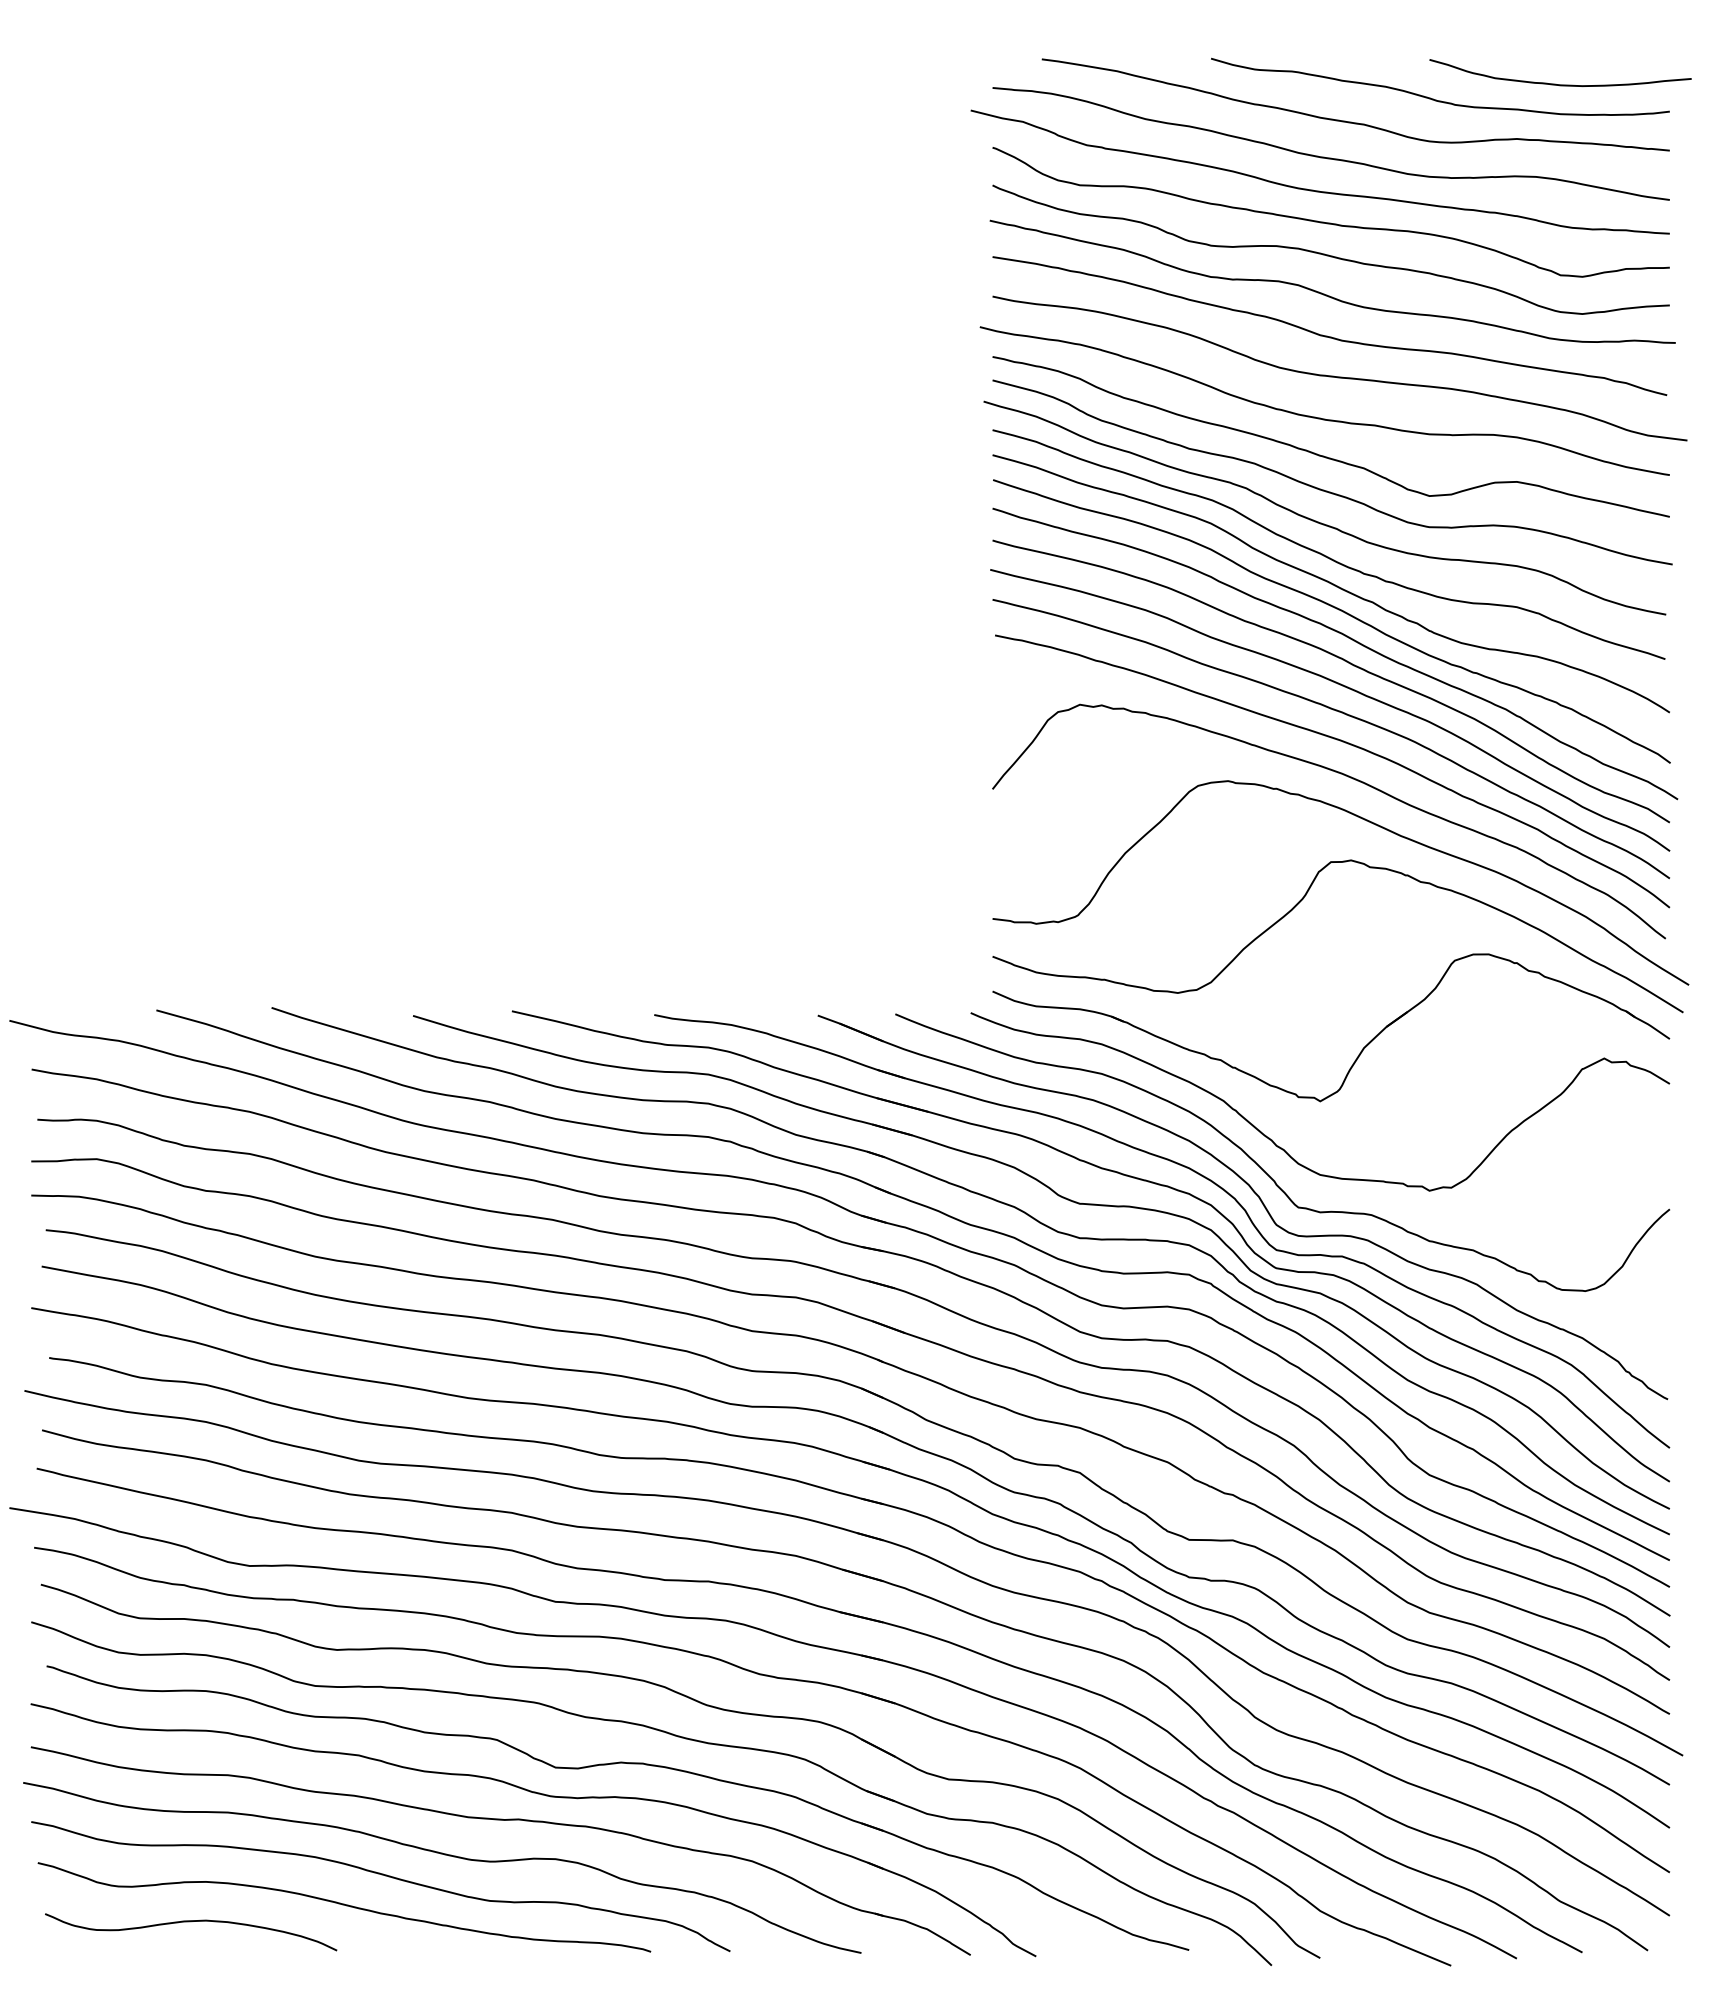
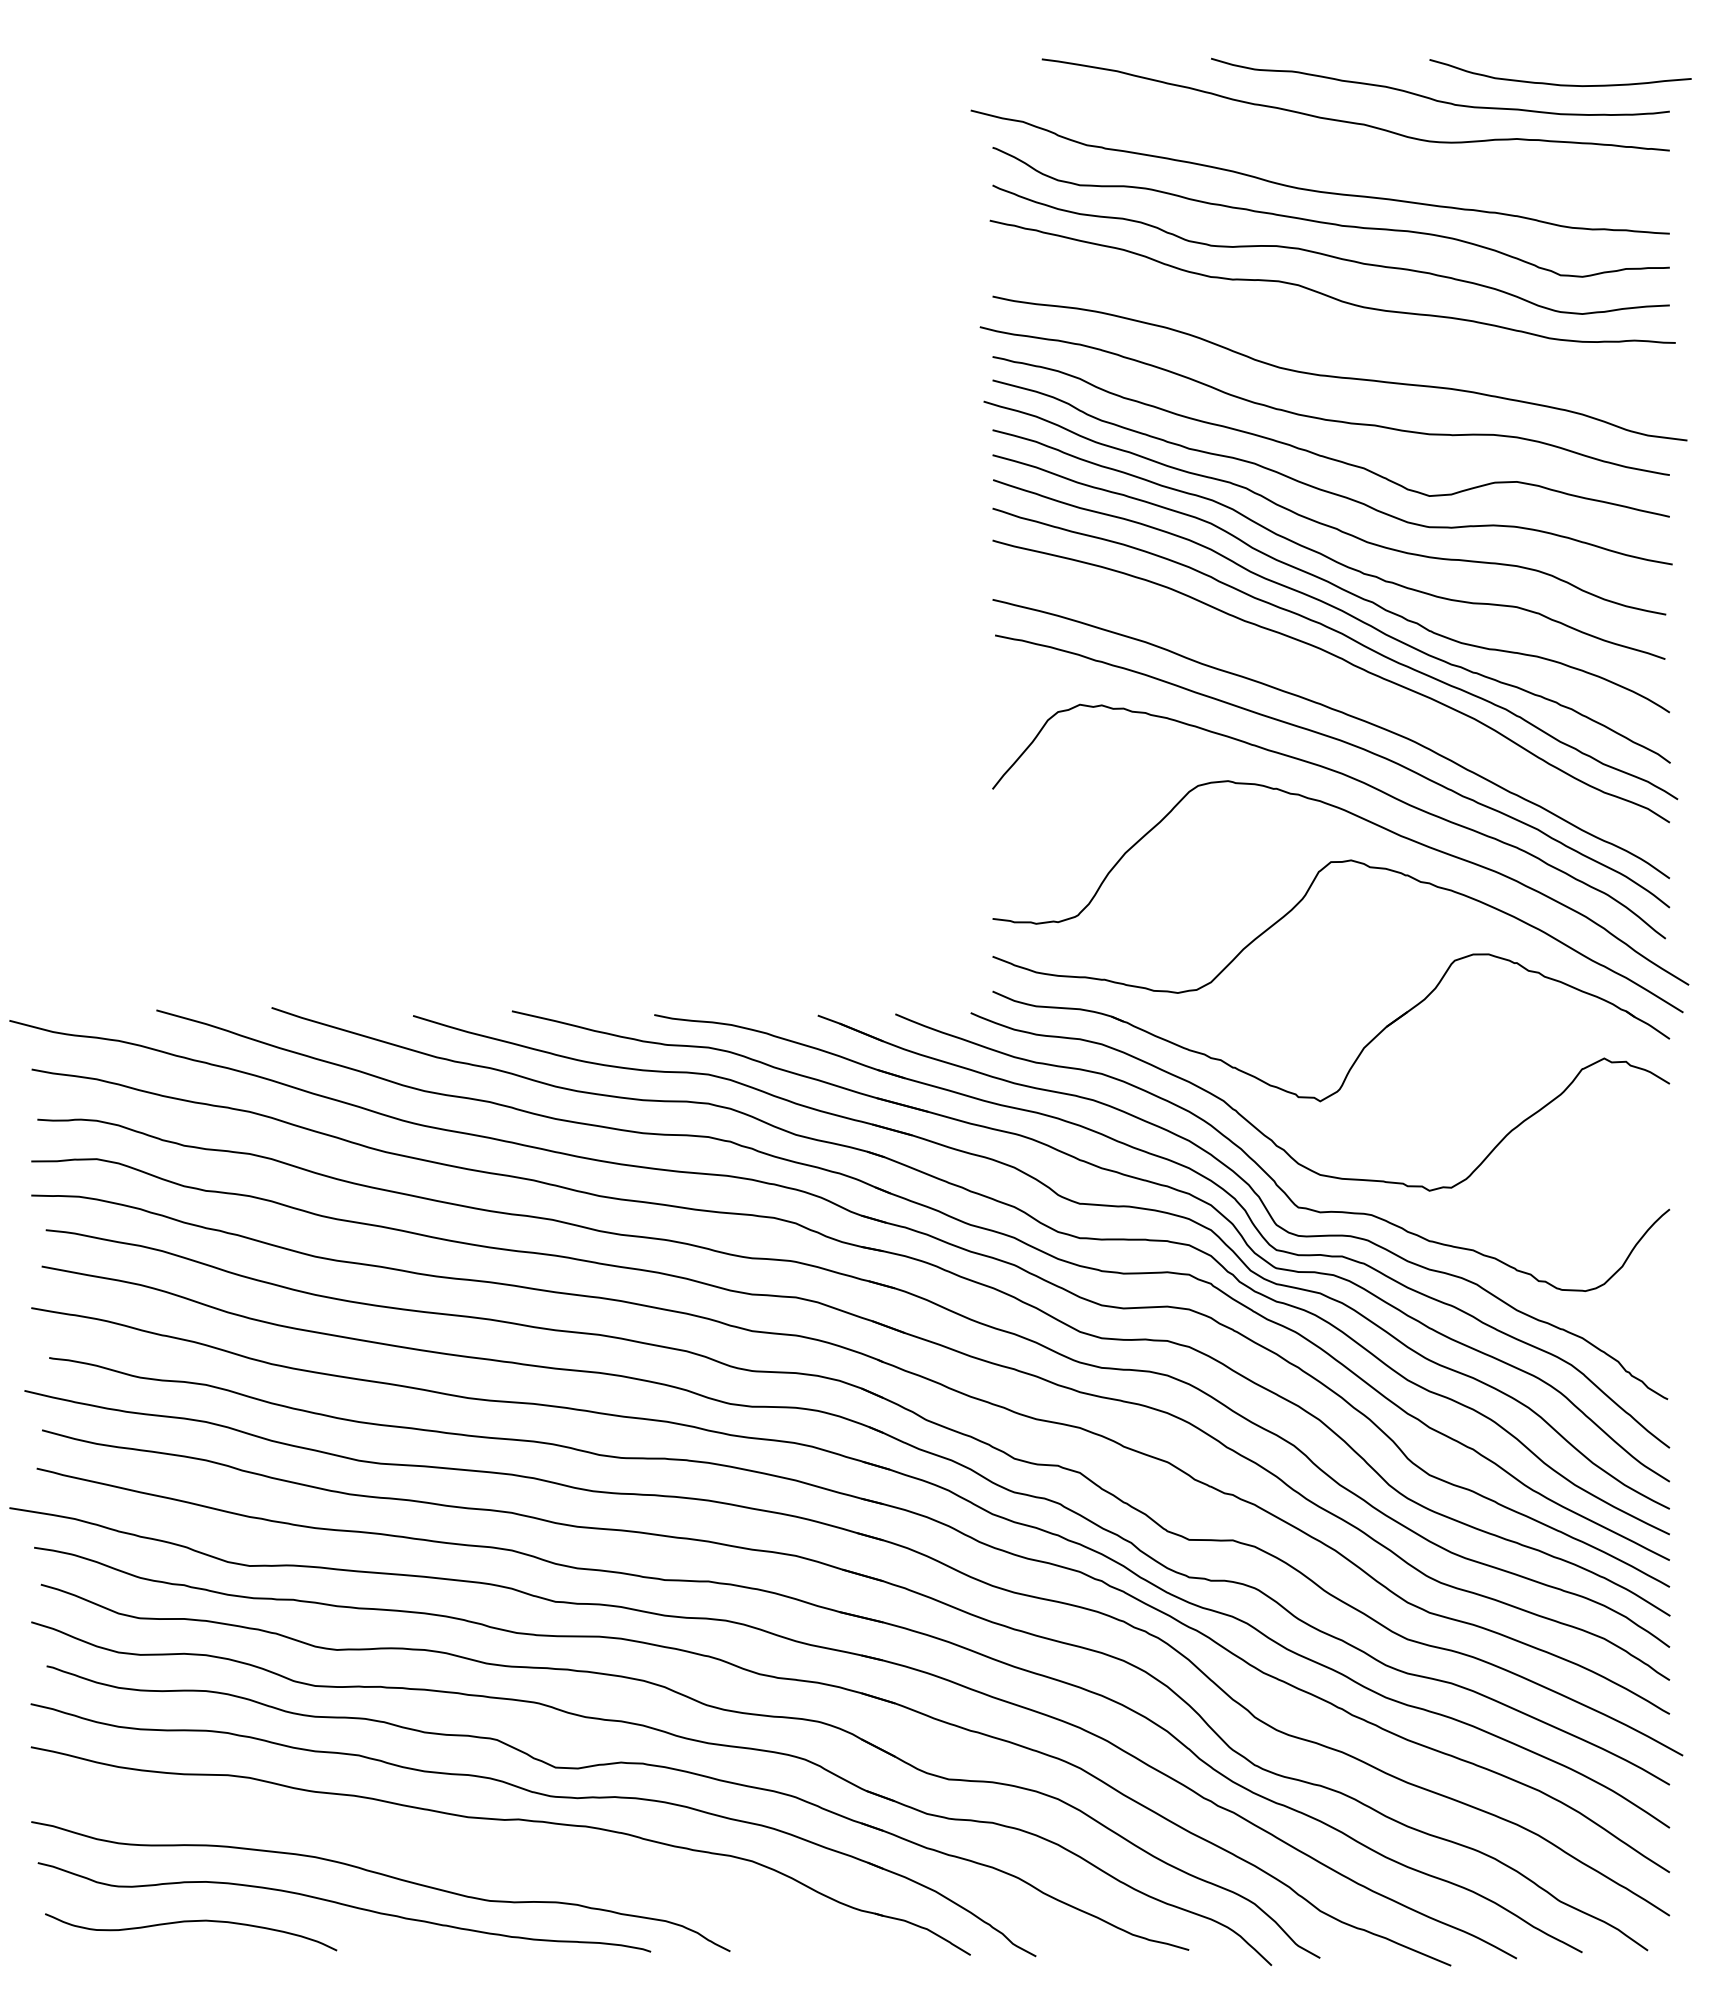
curve at (1330, 157): present -> none
curve at (1327, 335): present -> none
curve at (1342, 686): present -> none
curve at (444, 1855): present -> none
